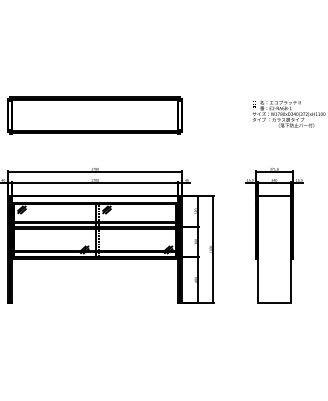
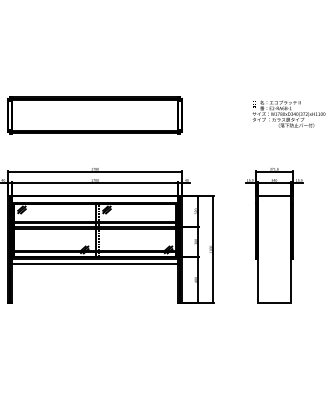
line at (94, 264): none -> present
